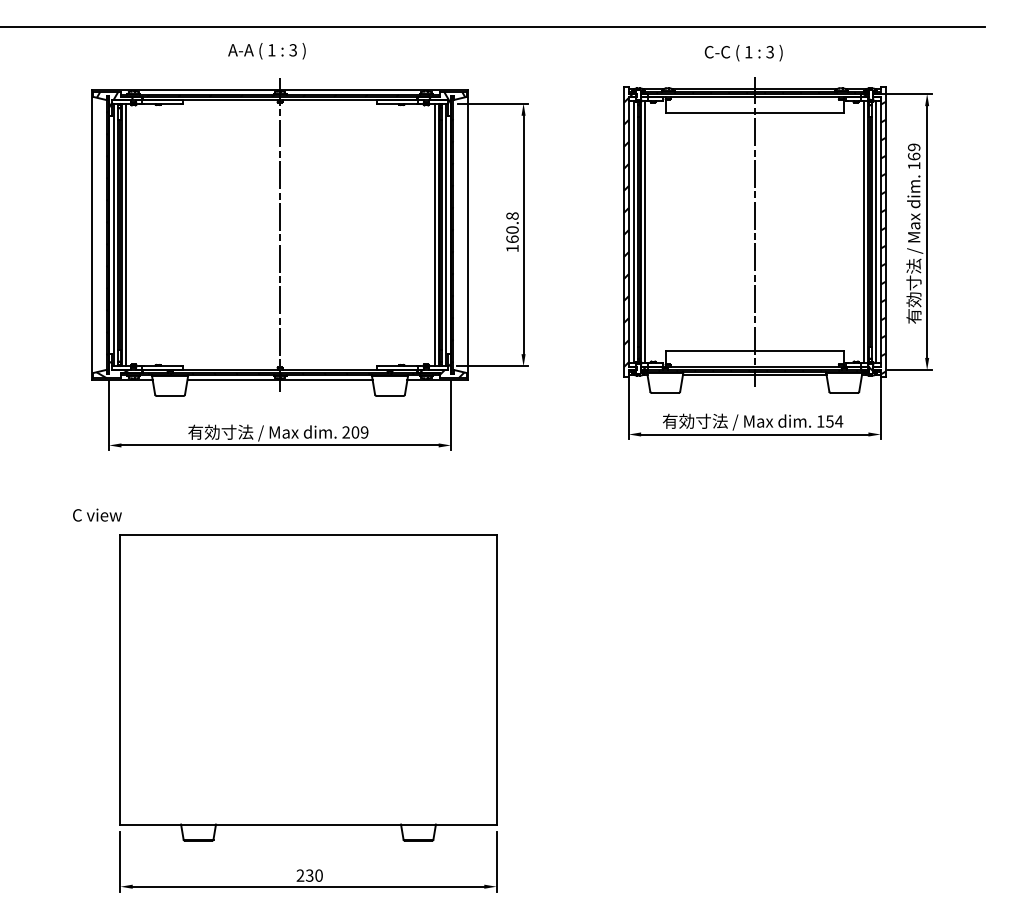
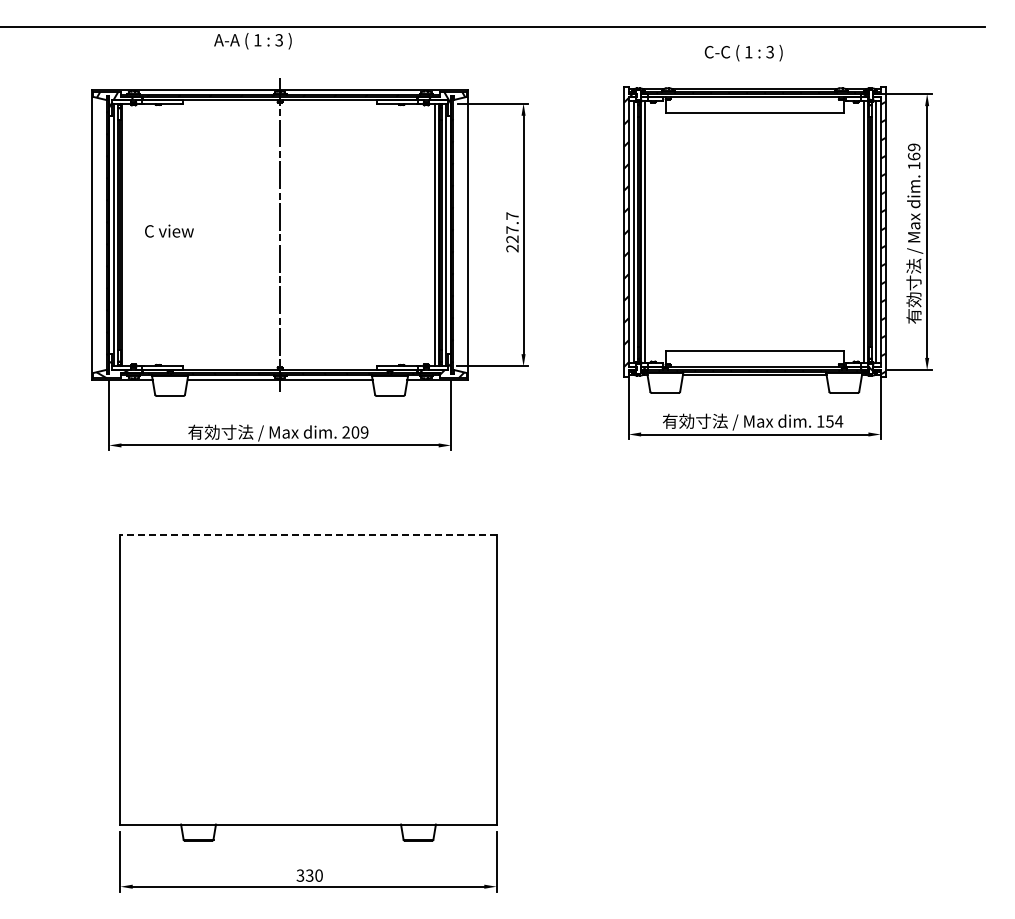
text at (266, 51) position: (266, 51) -> (252, 41)
line at (754, 231): present -> none
text at (512, 232): 160.8 -> 227.7
line at (125, 234): present -> none
text at (97, 514) position: (97, 514) -> (169, 230)
line at (308, 535): solid -> dashed
text at (300, 875): 230 -> 330
